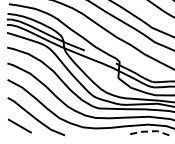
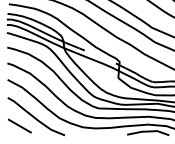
line at (147, 131): dashed -> solid
